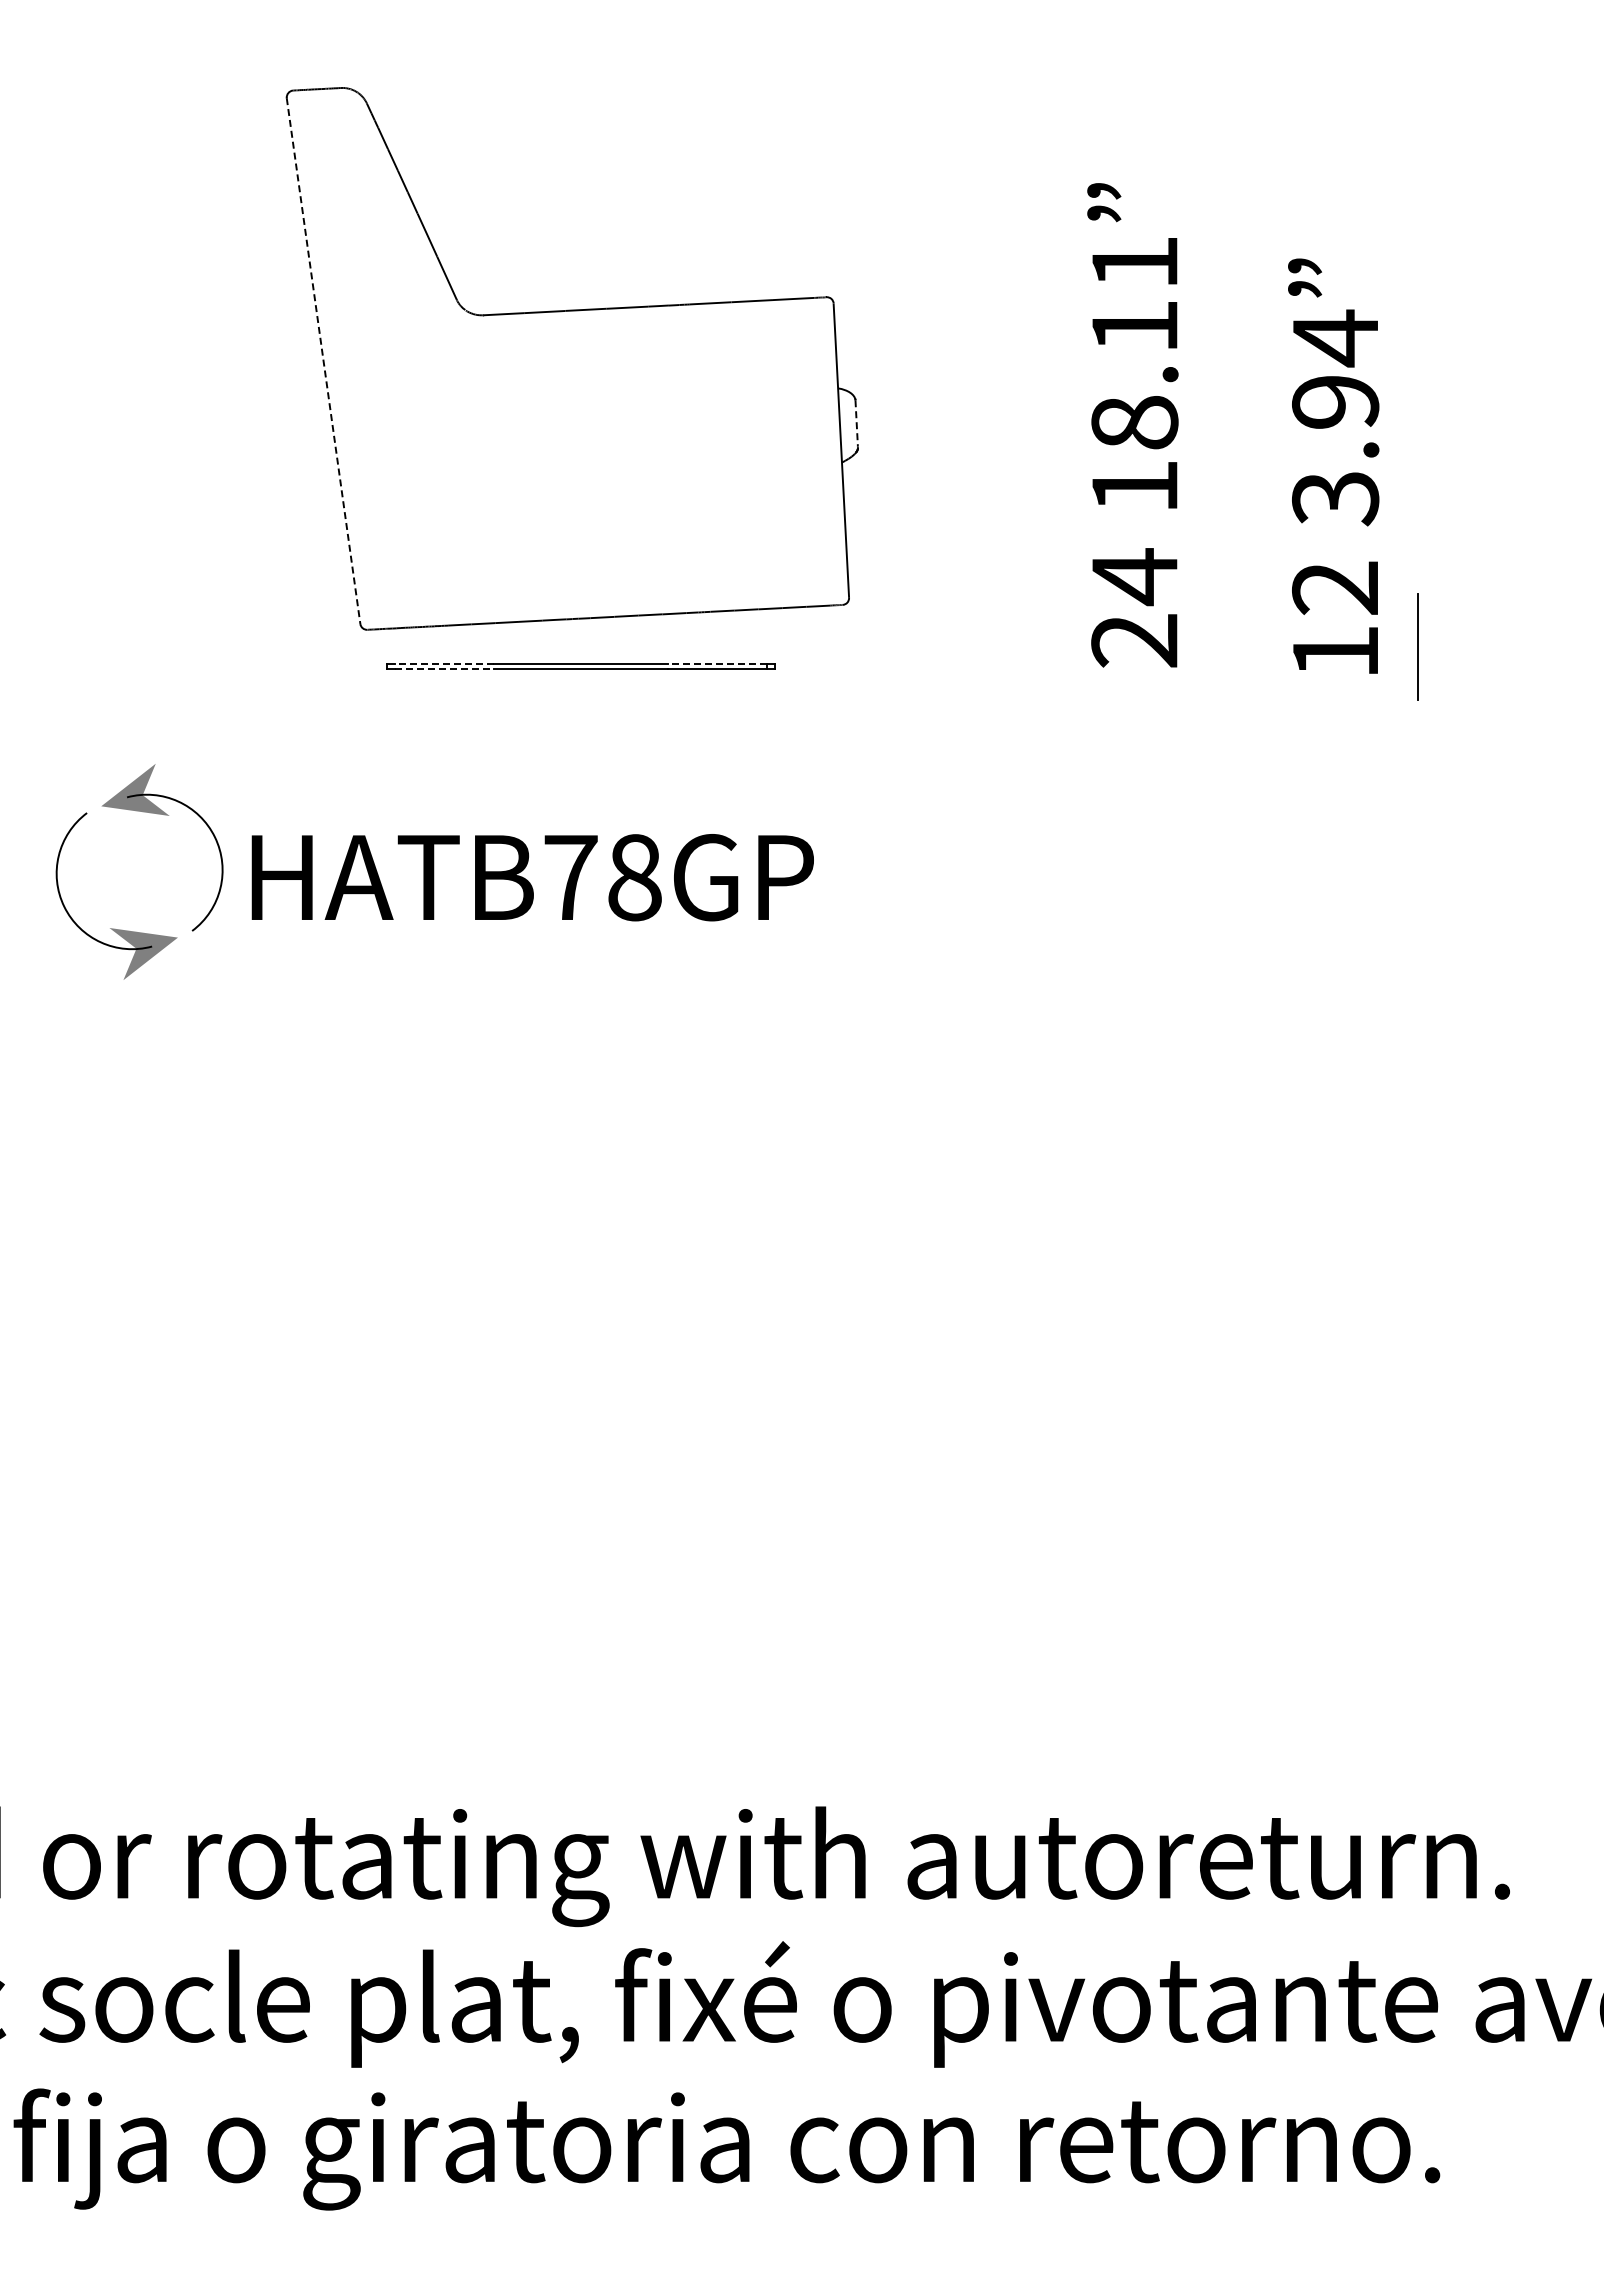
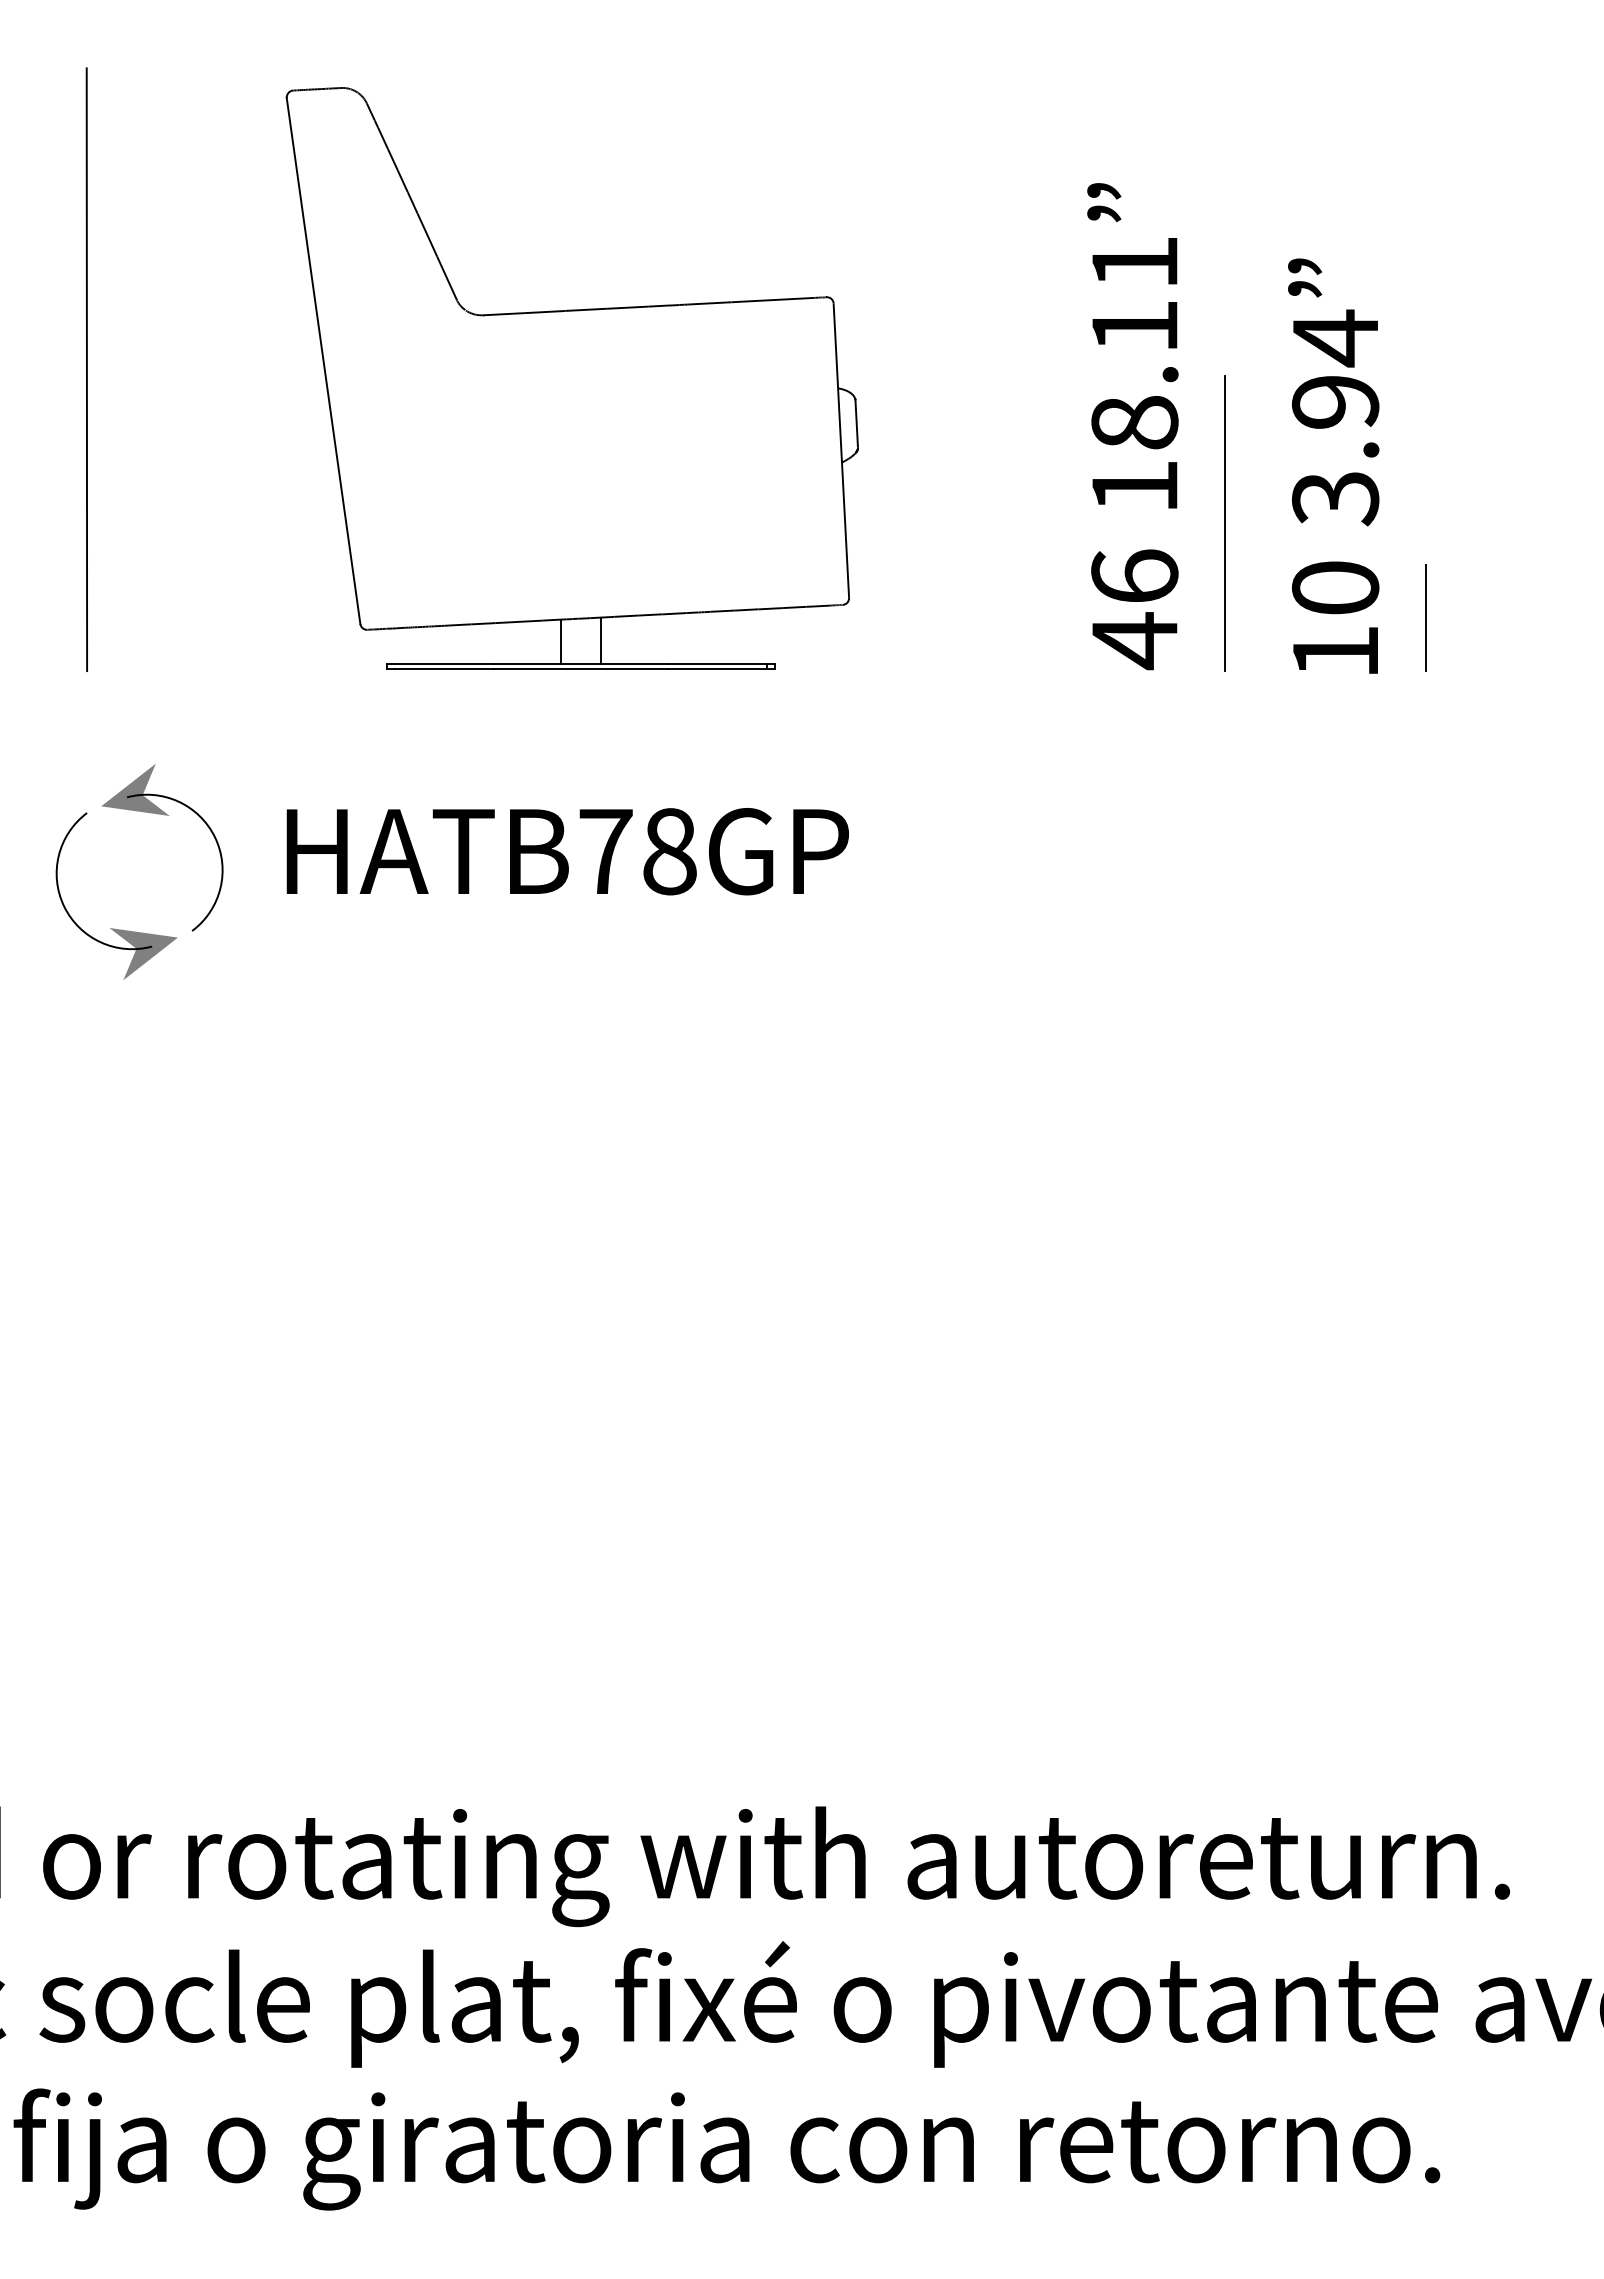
line at (323, 361): dashed -> solid
line at (86, 369): none -> present
line at (856, 423): dashed -> solid
line at (1225, 523): none -> present
text at (1335, 587): 12 -> 10
text at (1134, 609): 24 -> 46
line at (601, 640): none -> present
line at (561, 641): none -> present
line at (1417, 646) position: (1417, 646) -> (1425, 617)
line at (444, 663): dashed -> solid
line at (717, 663): dashed -> solid
line at (444, 669): dashed -> solid
text at (532, 877) position: (532, 877) -> (567, 851)
